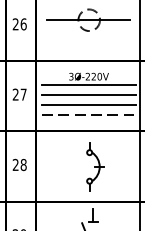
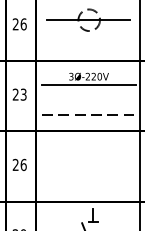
text at (23, 94): 27 -> 23
line at (88, 95): present -> none
line at (88, 105): present -> none
text at (23, 164): 28 -> 26
part at (95, 166): present -> none
